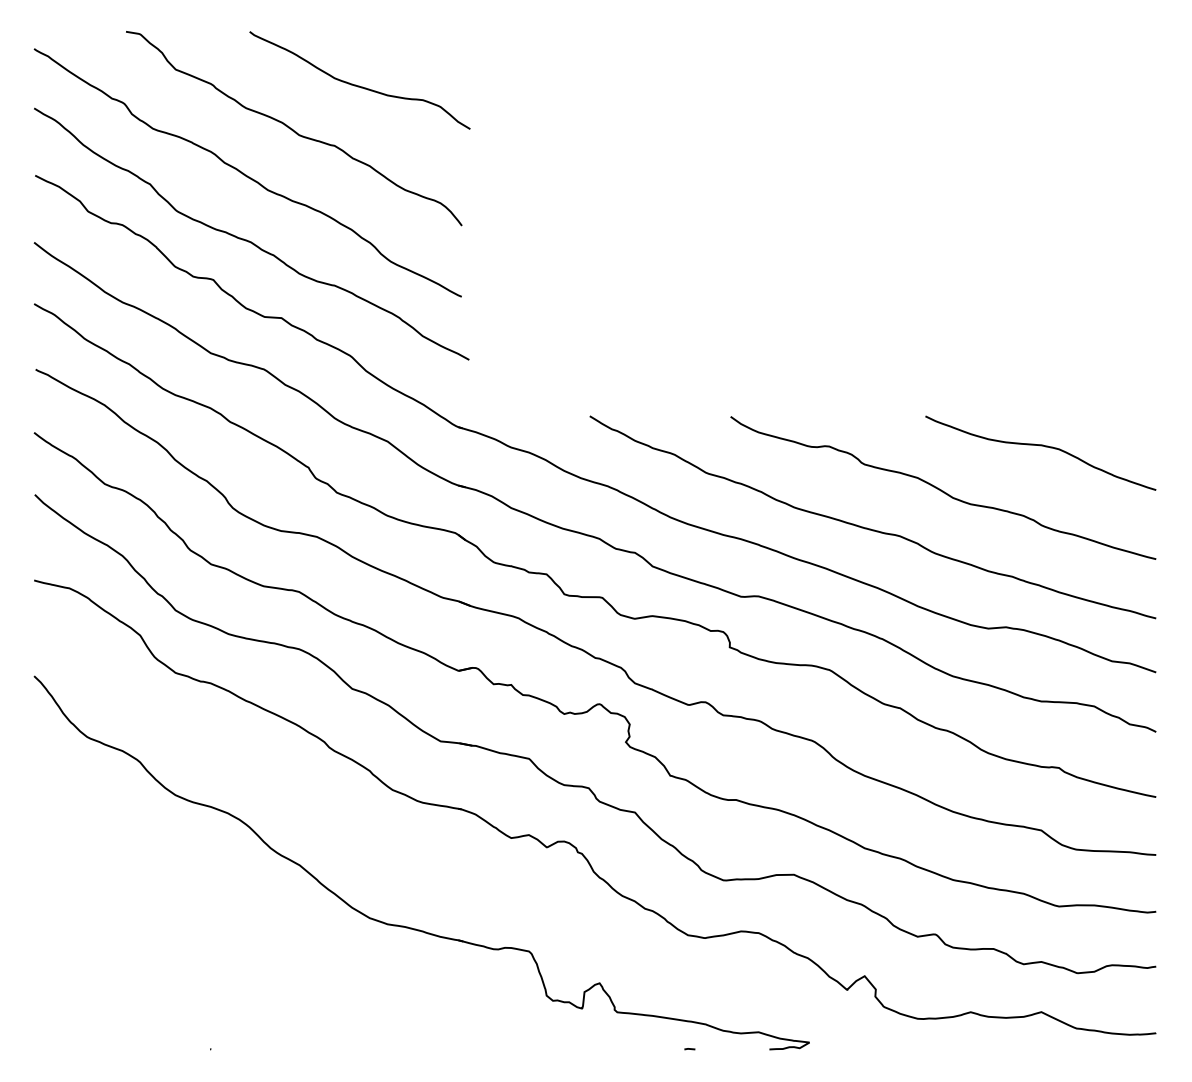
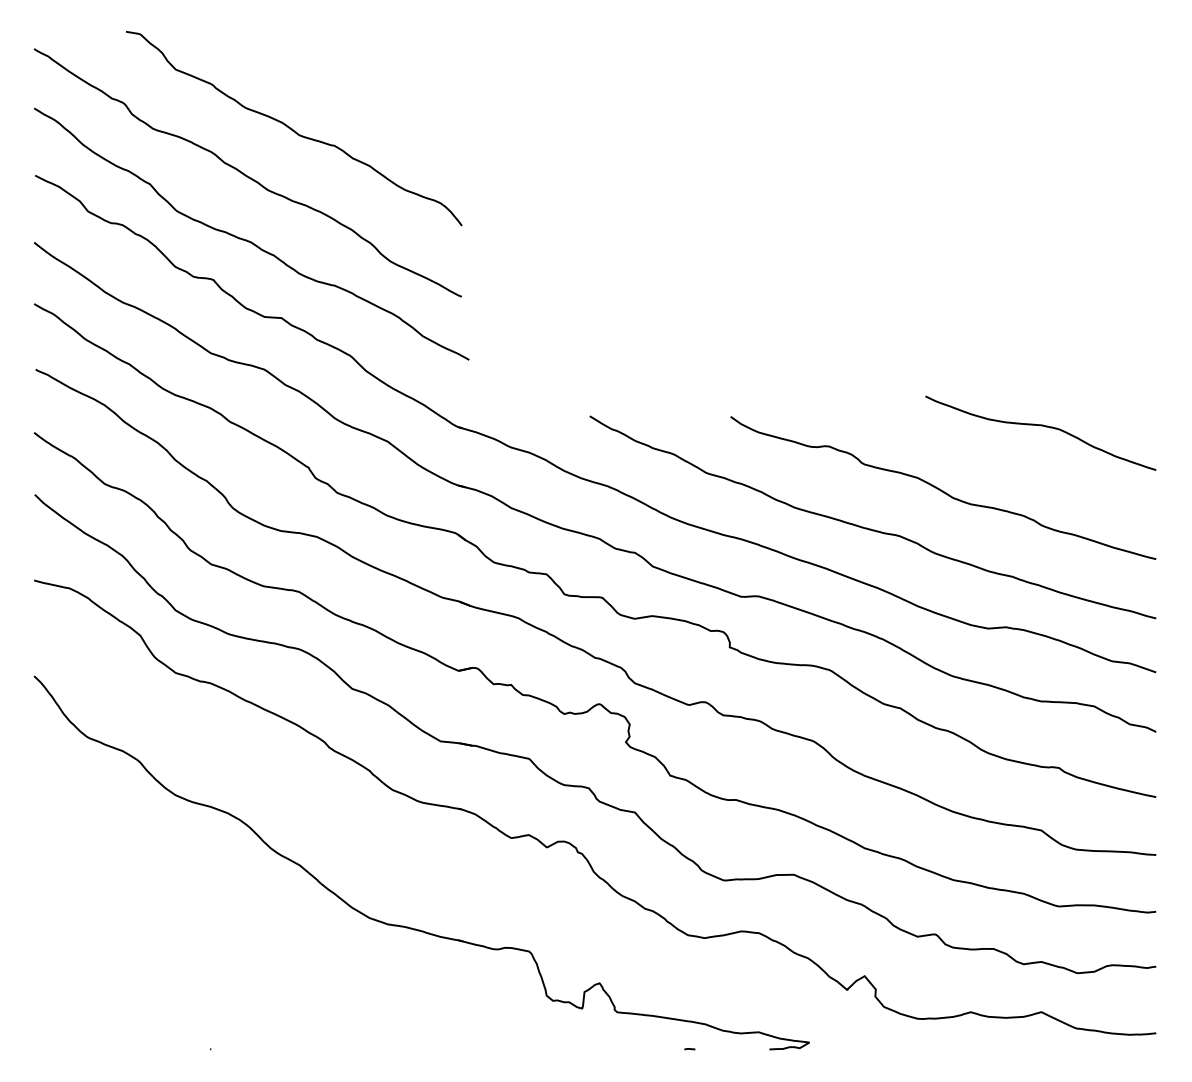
curve at (356, 84): present -> none
curve at (1040, 446) position: (1040, 446) -> (1040, 426)
